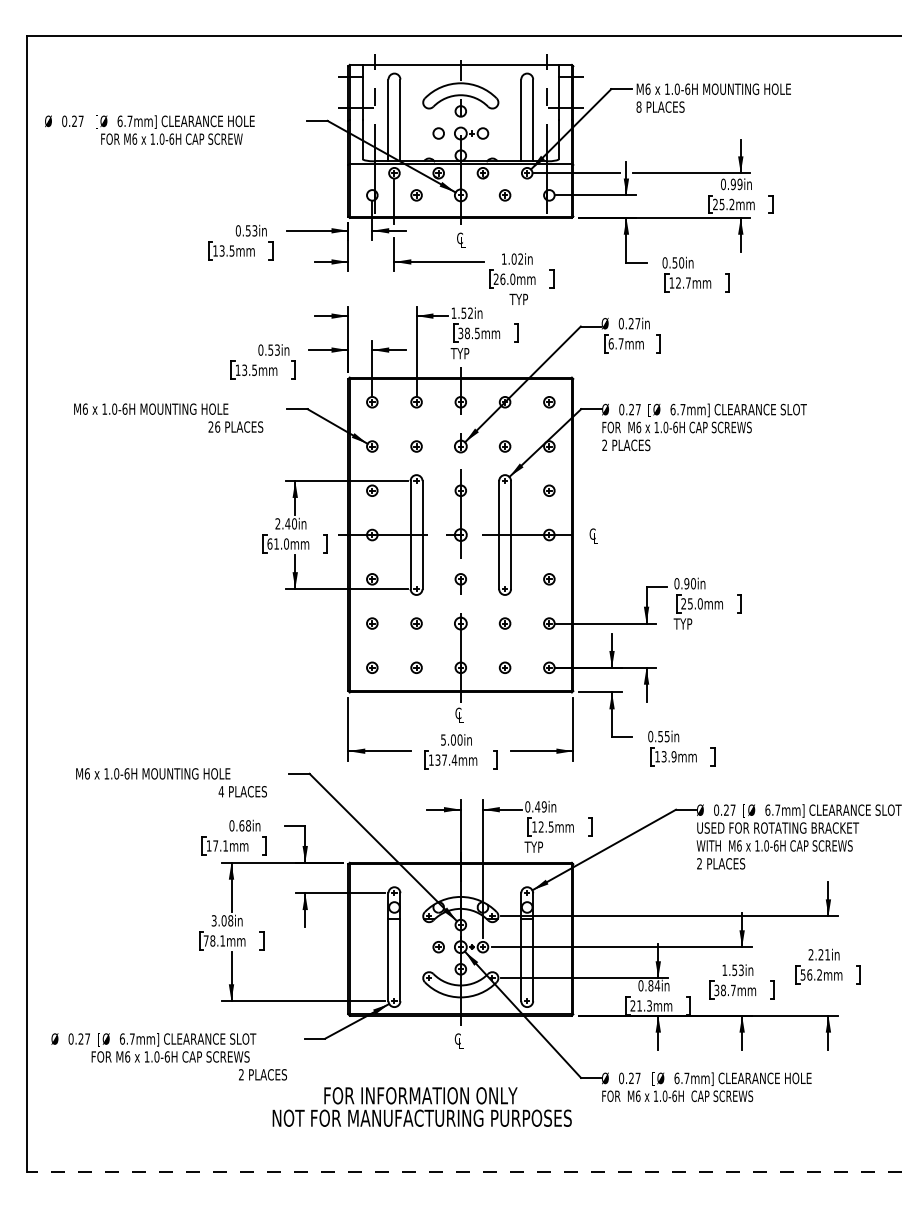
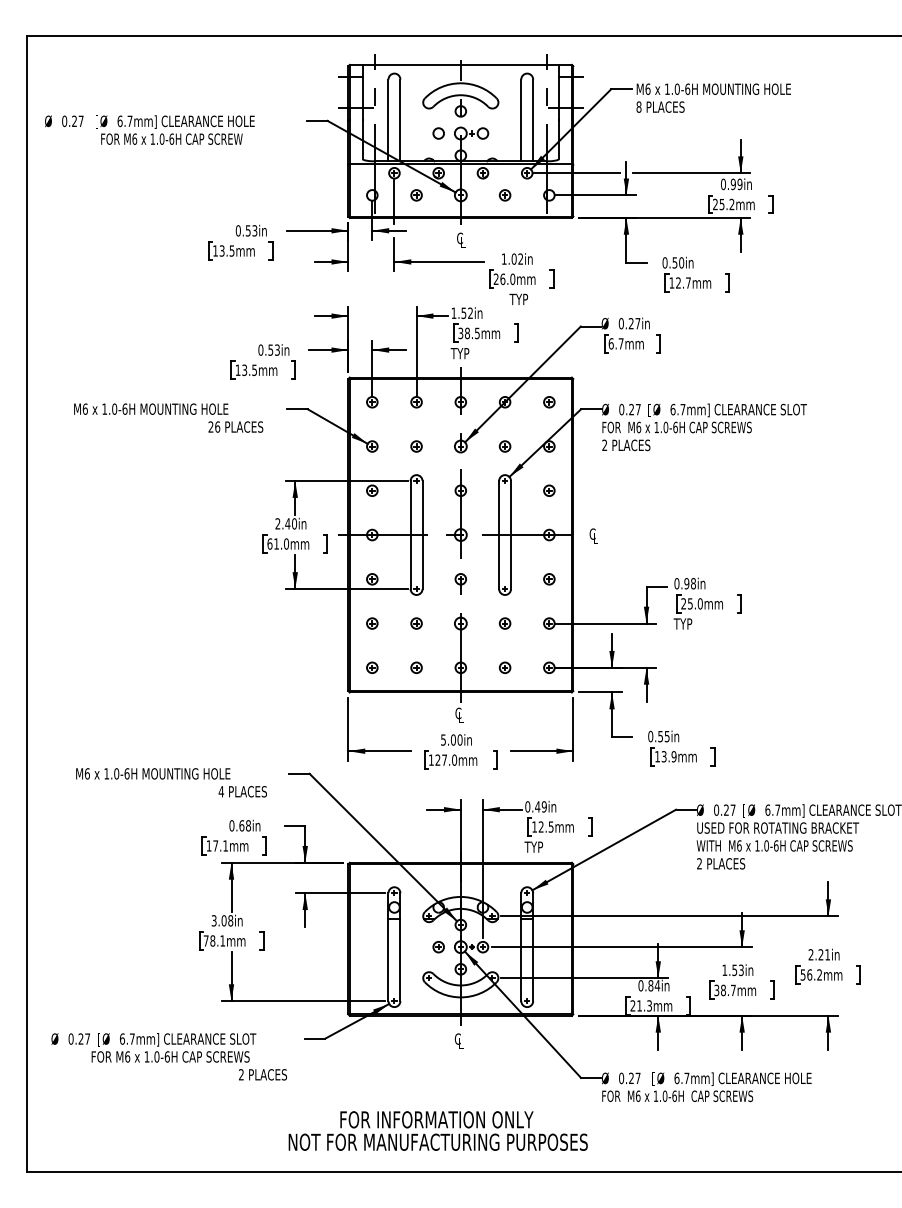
text at (693, 583): 0.90in -> 0.98in
text at (446, 759): 137.4mm -> 127.0mm
text at (421, 1106) position: (421, 1106) -> (437, 1130)
line at (463, 1171): dashed -> solid
